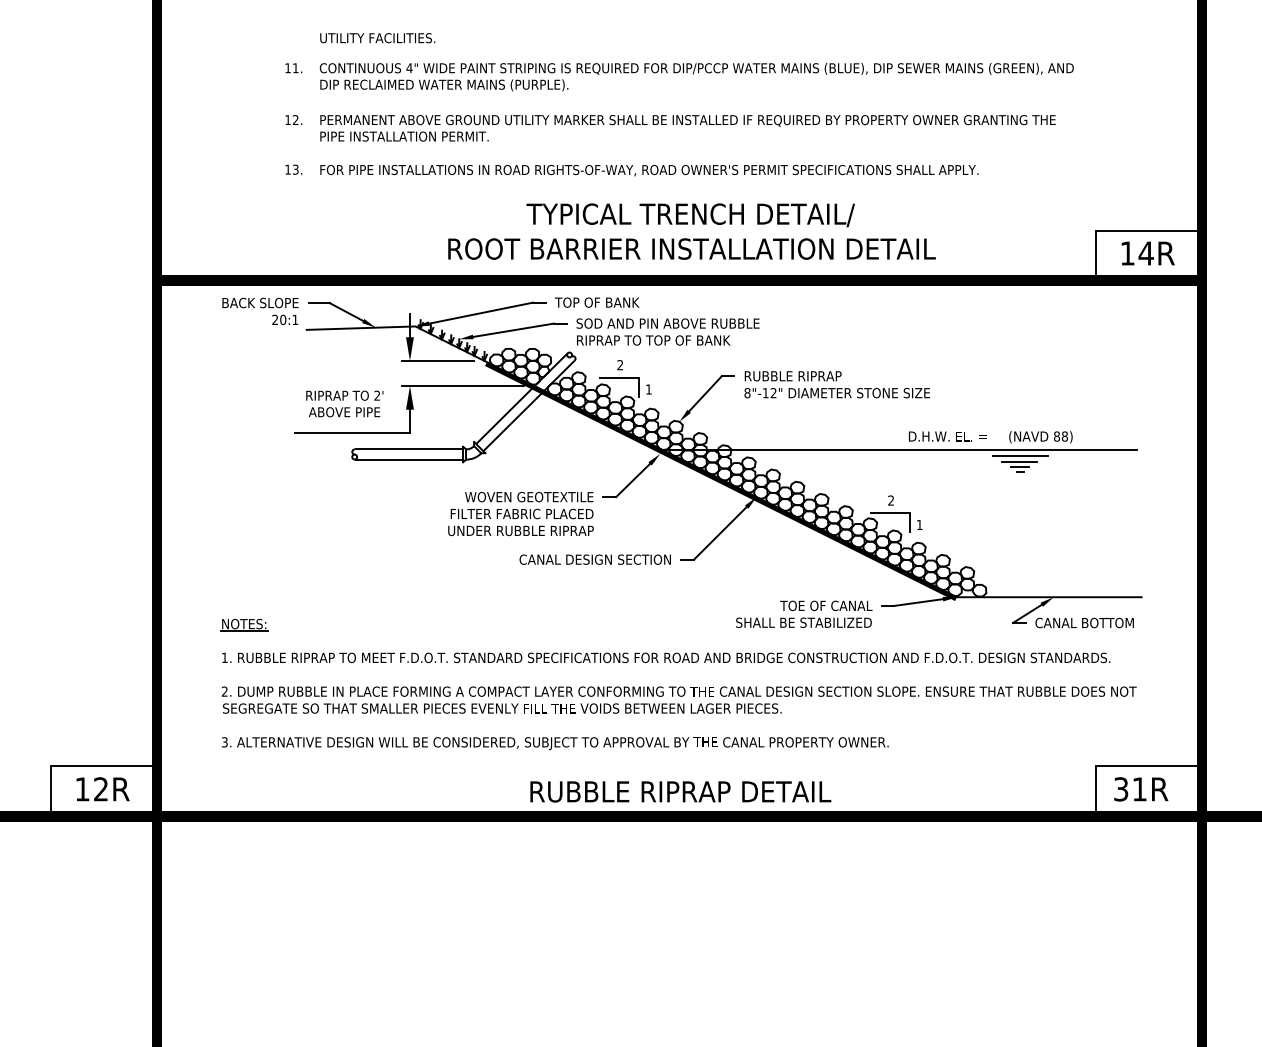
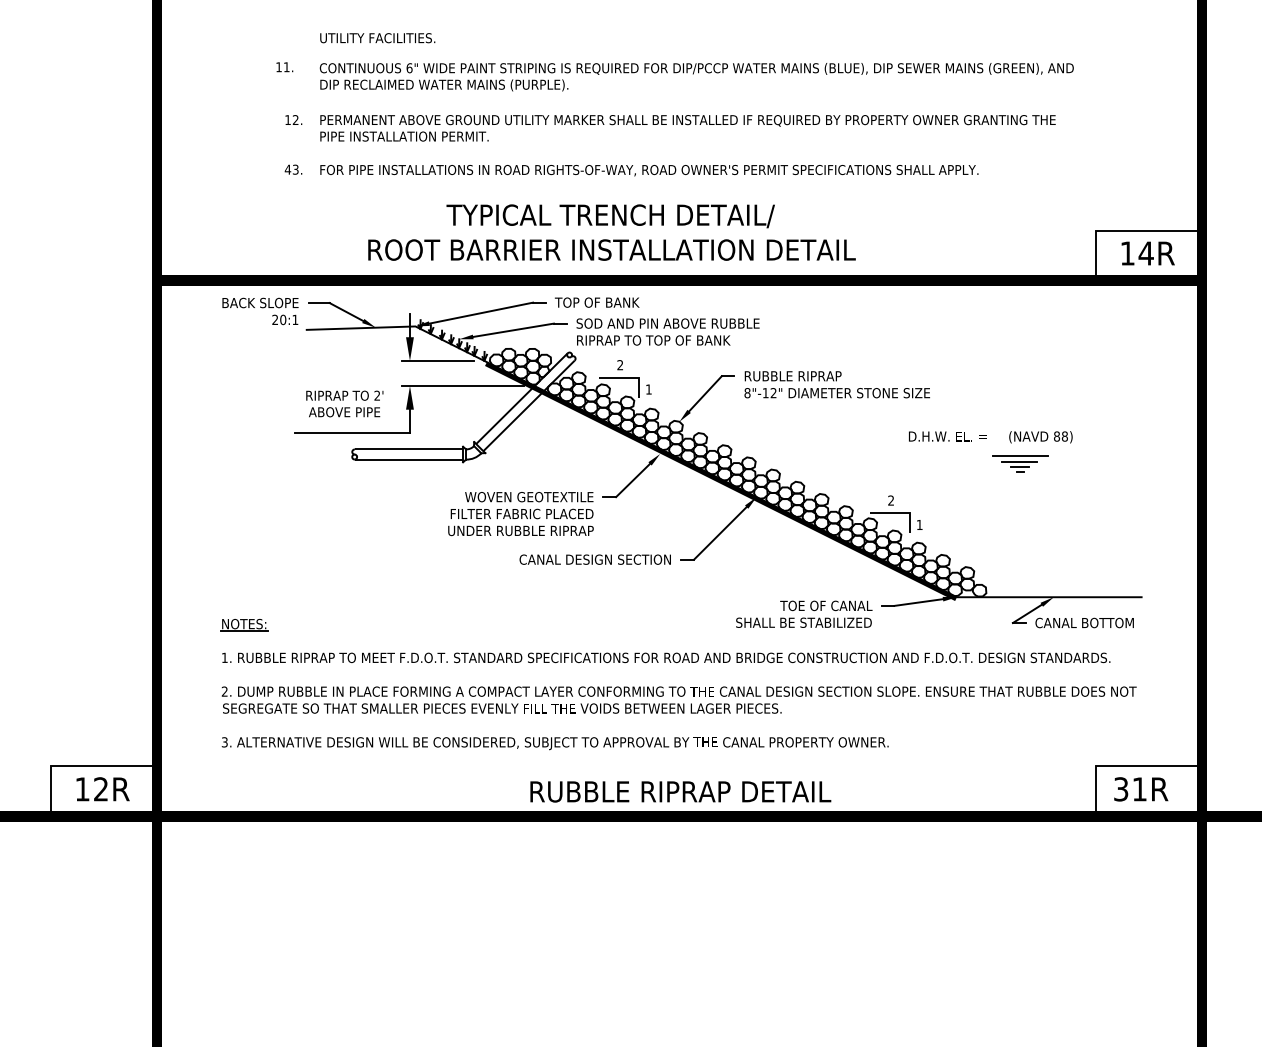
text at (293, 68) position: (293, 68) -> (284, 67)
text at (409, 68): 4" -> 6"
text at (287, 169): 13. -> 43.
text at (691, 231) position: (691, 231) -> (611, 232)
line at (900, 450): present -> none
